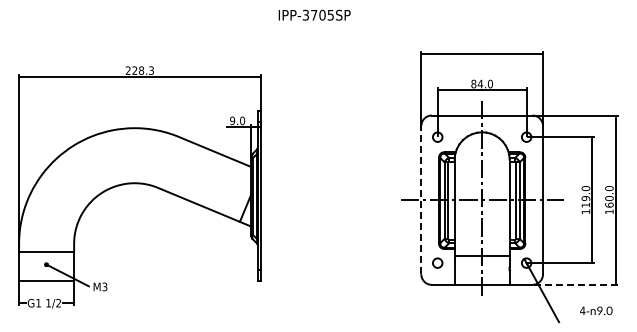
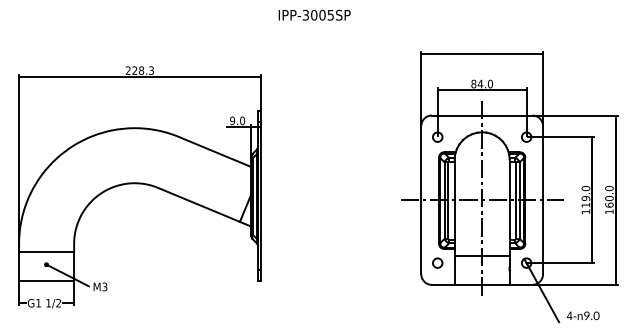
text at (314, 14): IPP-3705SP -> IPP-3005SP
line at (421, 199): dashed -> solid
line at (575, 284): dashed -> solid
text at (596, 310) position: (596, 310) -> (583, 315)
